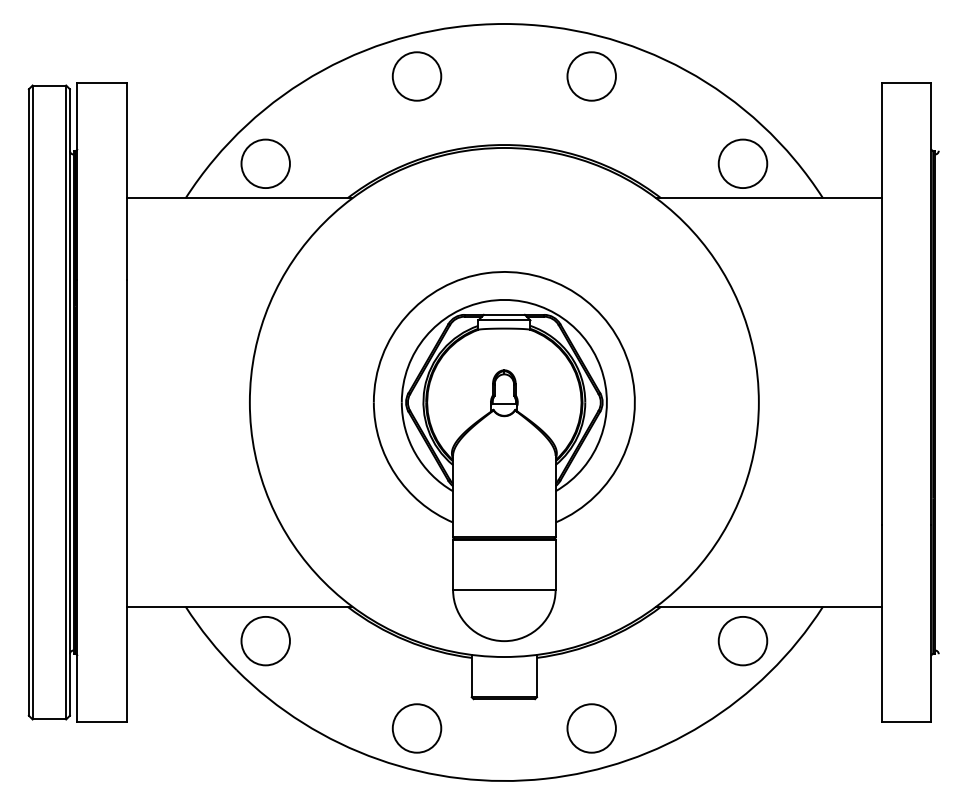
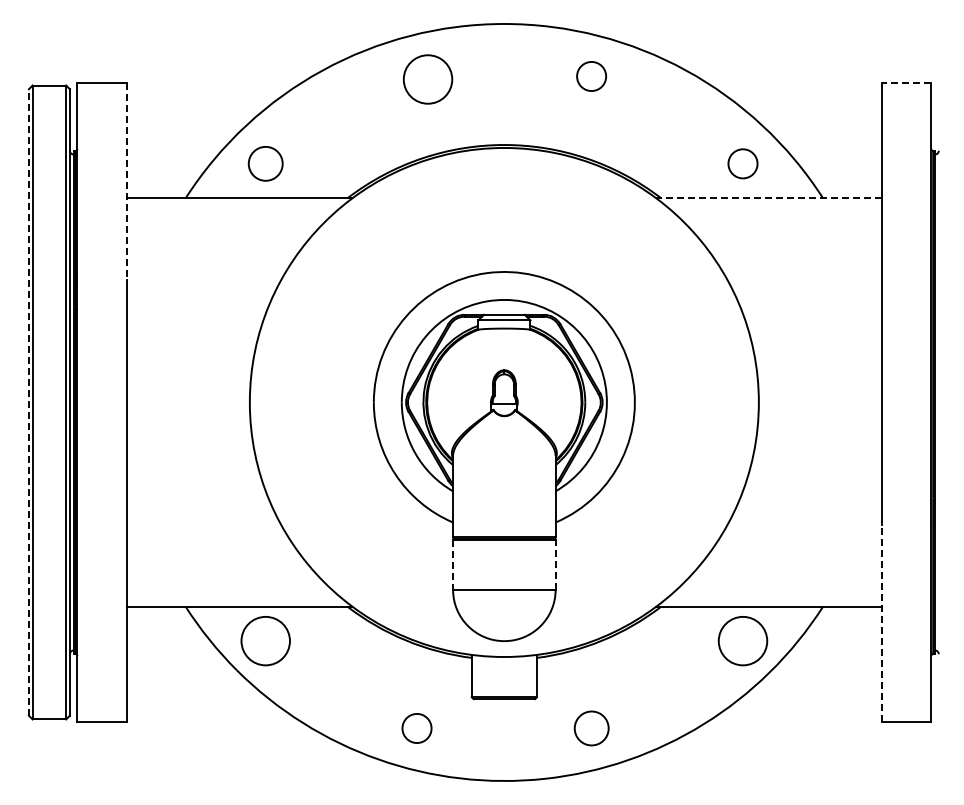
circle at (416, 76) position: (416, 76) -> (427, 79)
circle at (591, 76) size: 51x51 px -> 32x31 px
line at (906, 82): solid -> dashed
circle at (265, 163) diameter: 48 px -> 34 px
circle at (742, 163) diameter: 48 px -> 29 px
line at (126, 181): solid -> dashed
line at (769, 198): solid -> dashed
line at (28, 402): solid -> dashed
line at (555, 564): solid -> dashed
line at (453, 565): solid -> dashed
line at (881, 623): solid -> dashed
circle at (416, 728) diameter: 48 px -> 29 px
circle at (591, 728) diameter: 48 px -> 34 px
